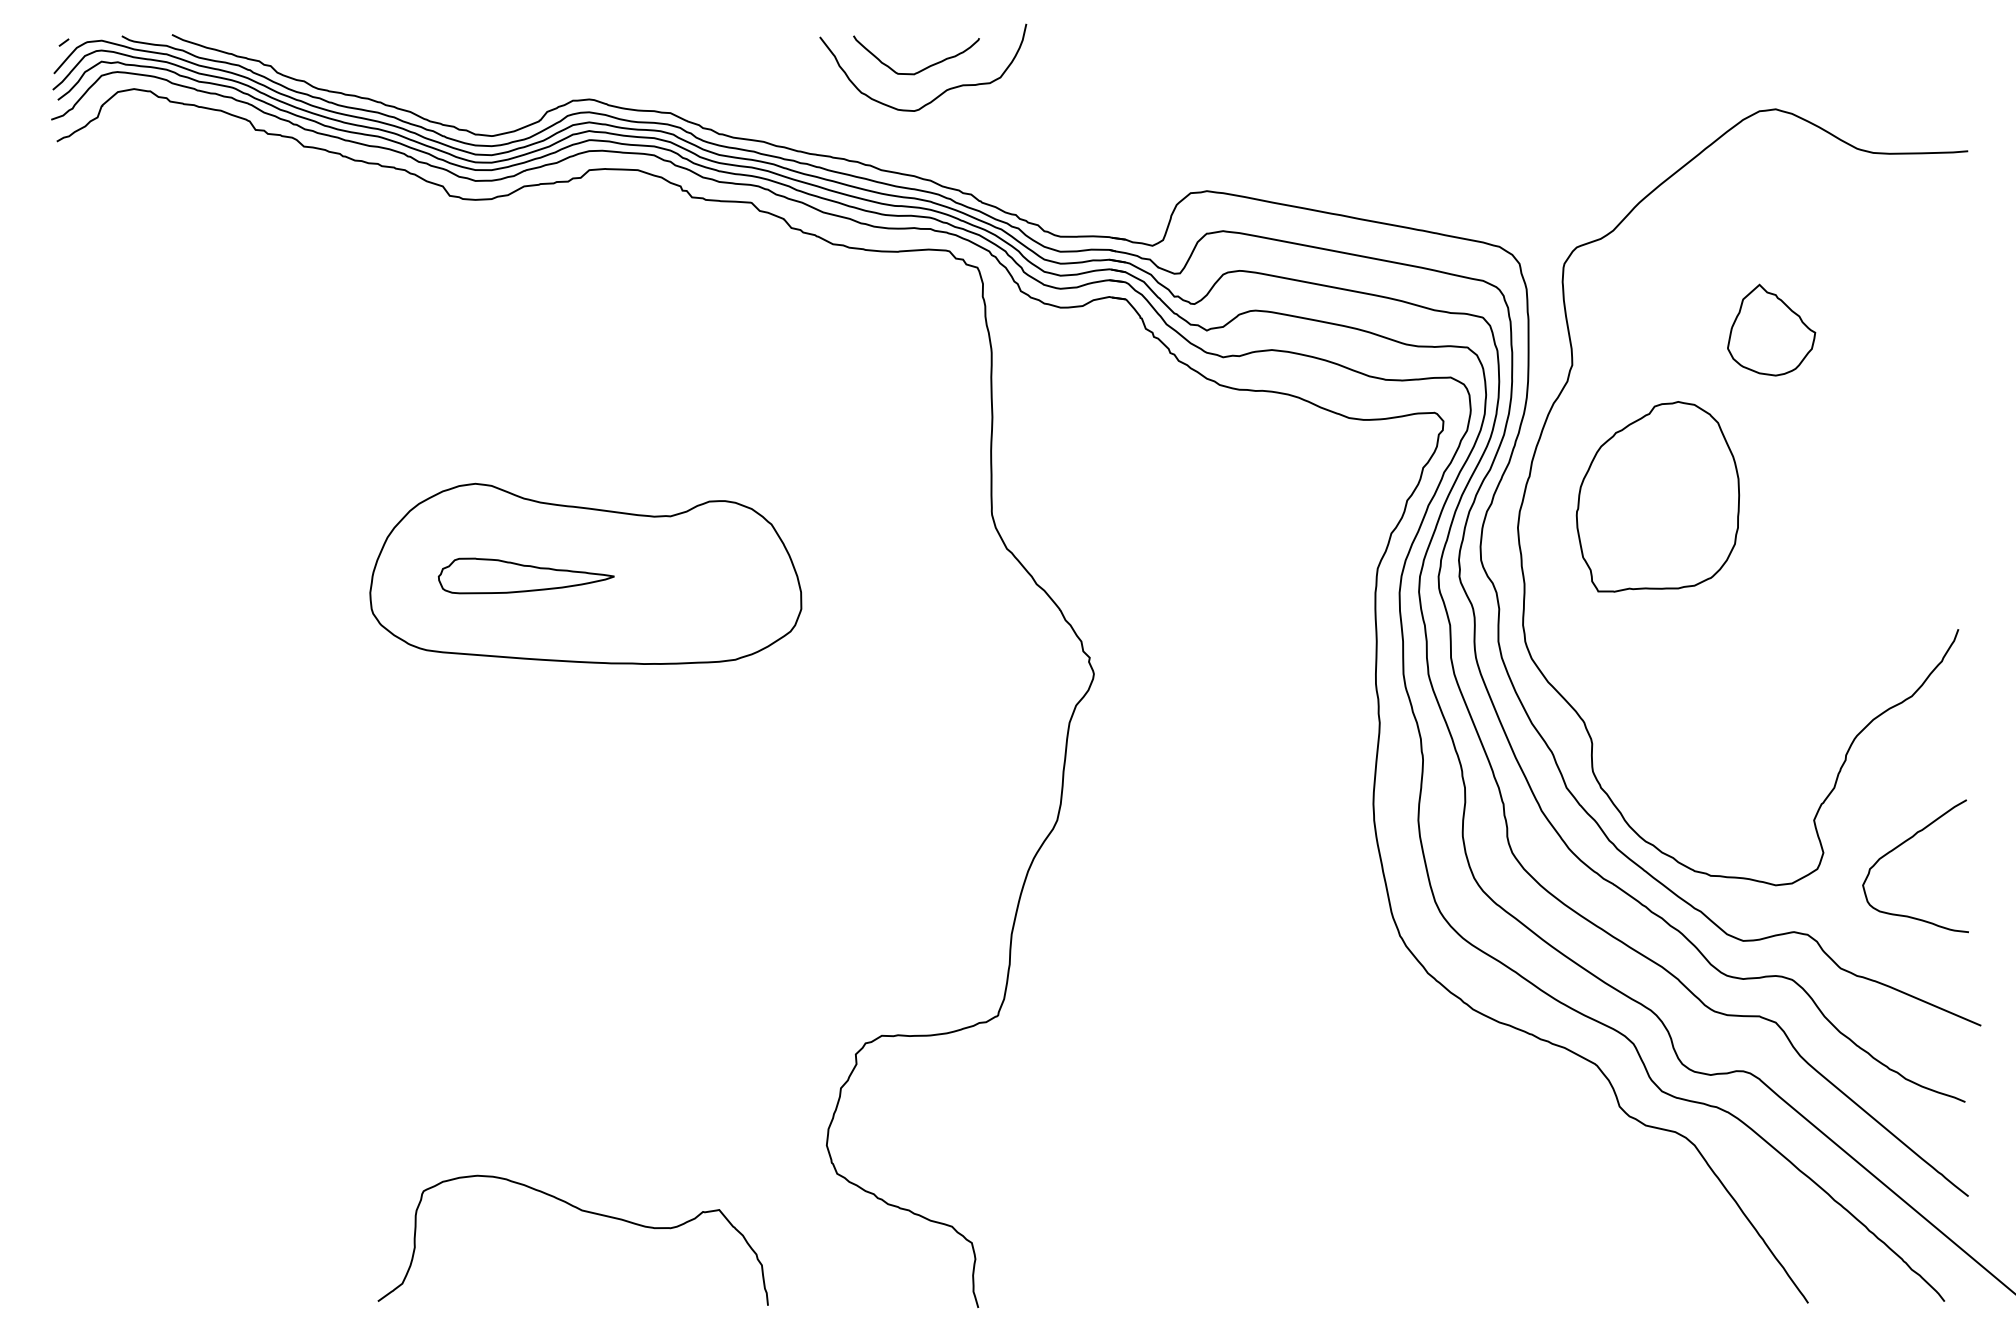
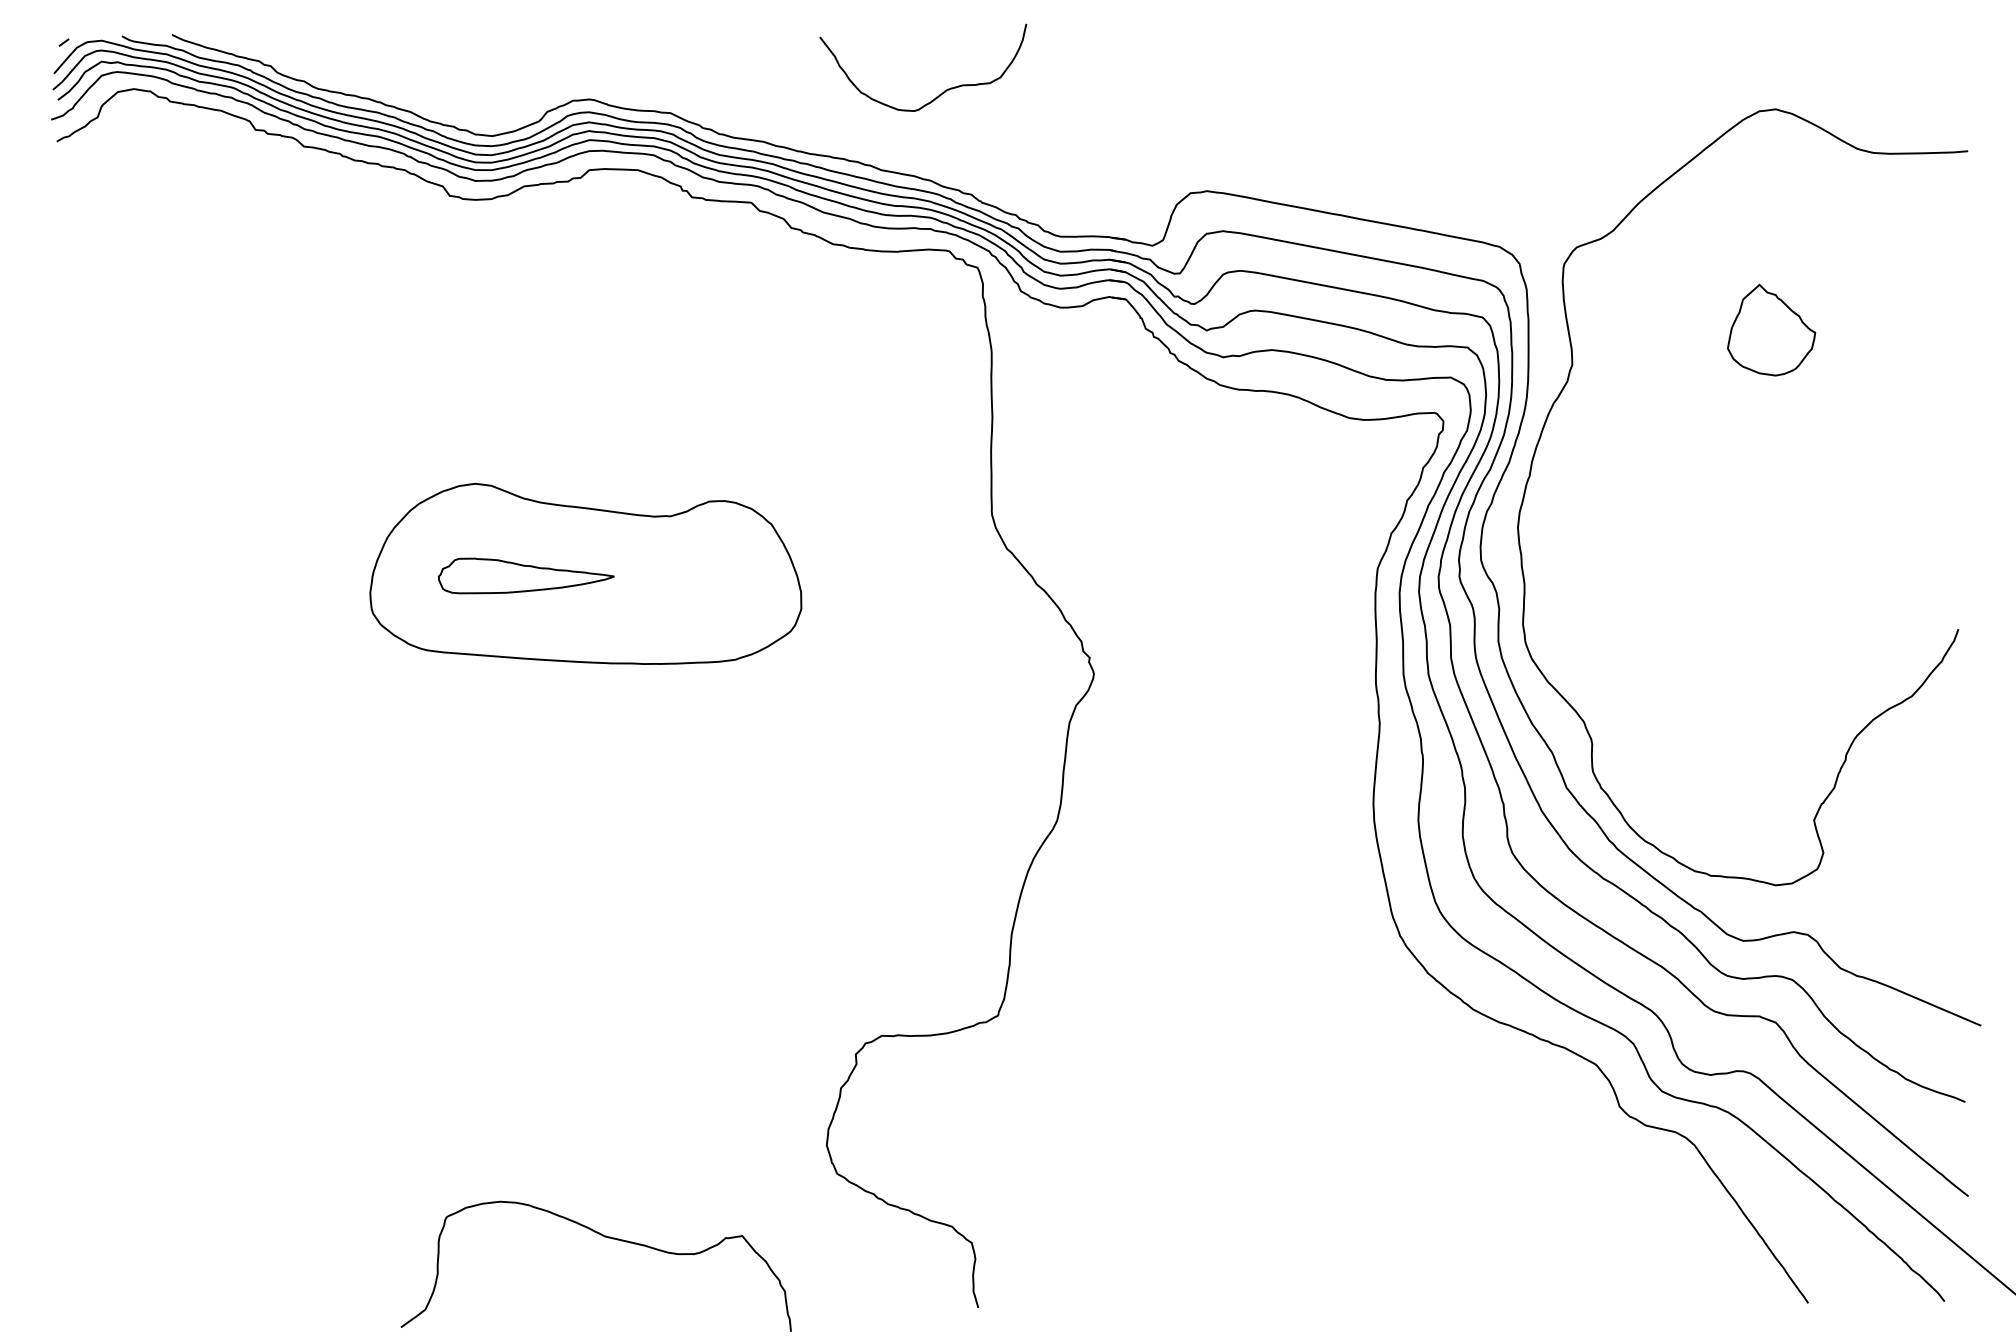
curve at (923, 68): present -> none
part at (1657, 496): present -> none
curve at (1901, 845): present -> none
curve at (581, 1211) position: (581, 1211) -> (604, 1237)
